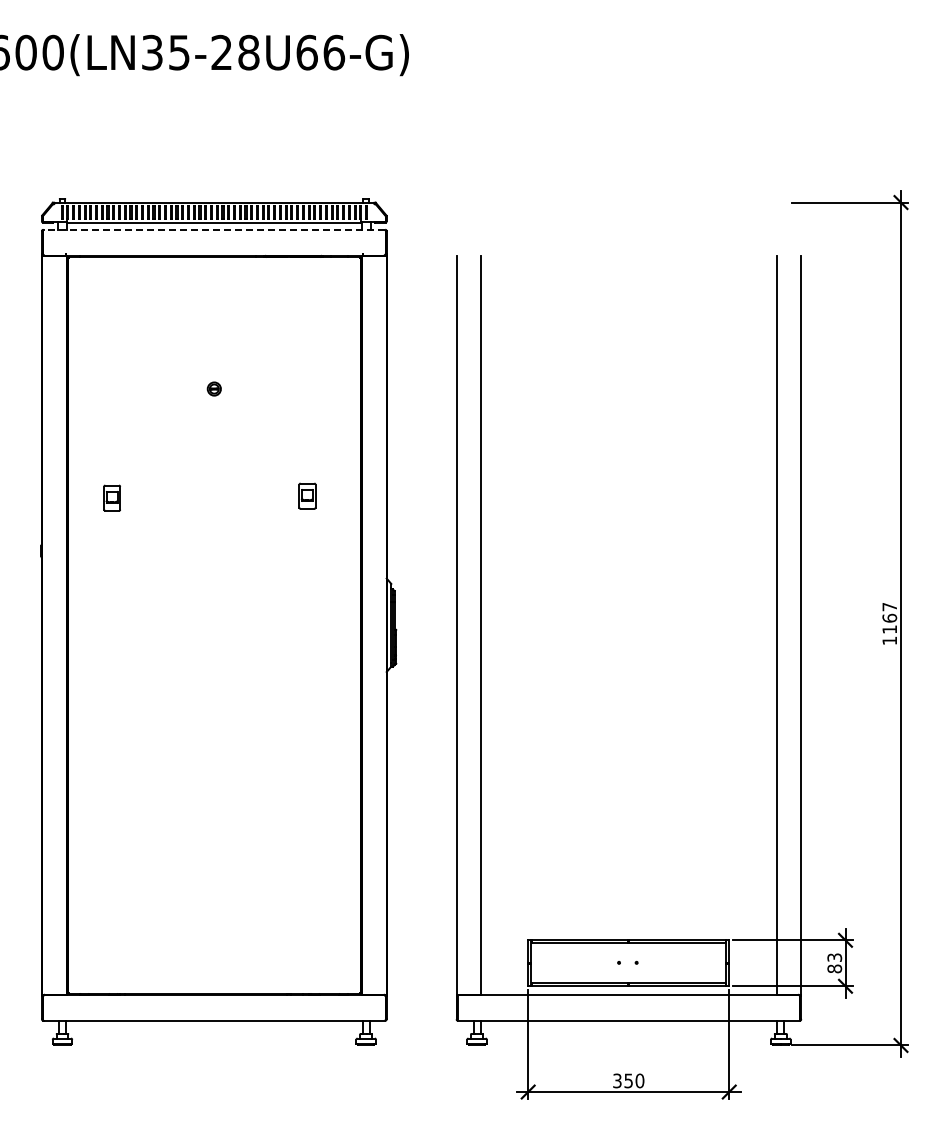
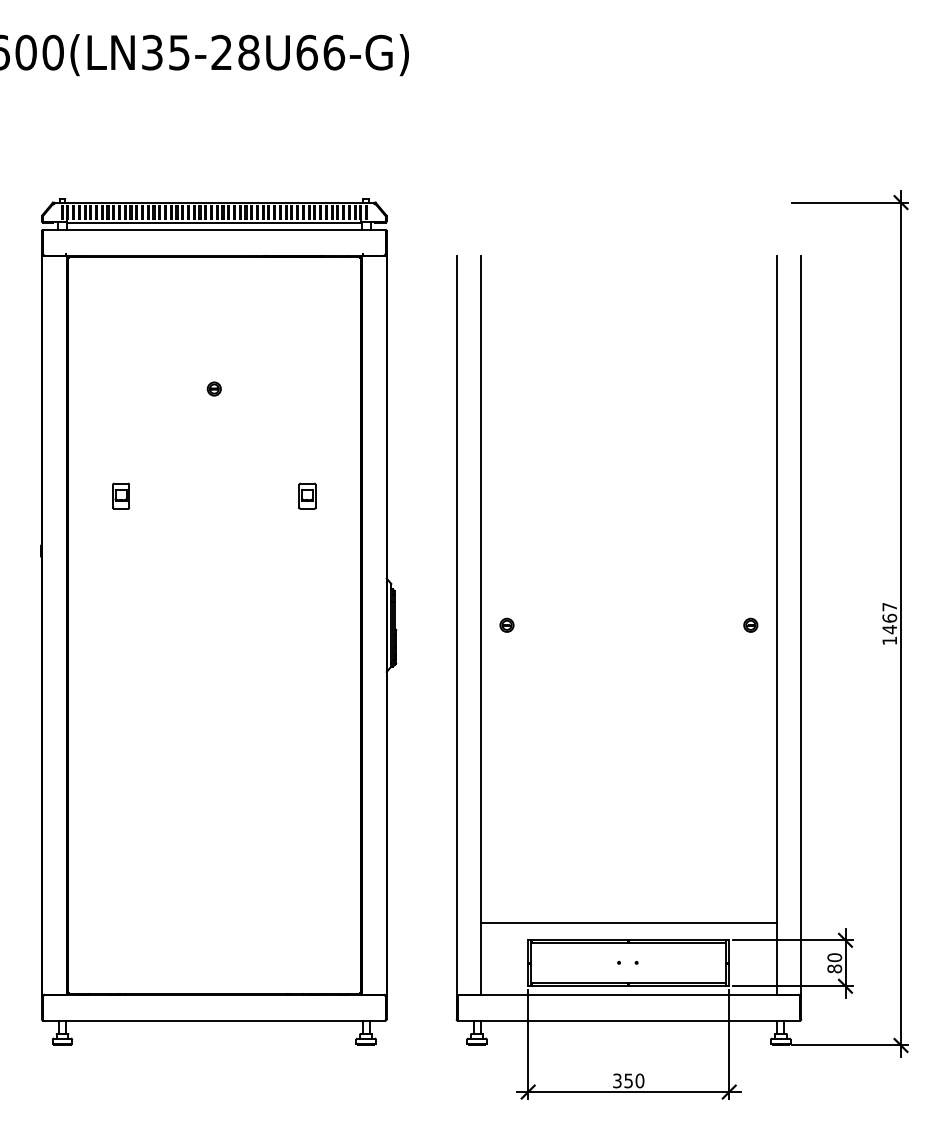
line at (214, 229): dashed -> solid
part at (111, 497) position: (111, 497) -> (120, 495)
part at (506, 624): none -> present
part at (750, 624): none -> present
text at (889, 629): 1167 -> 1467
line at (628, 923): none -> present
text at (834, 957): 83 -> 80
